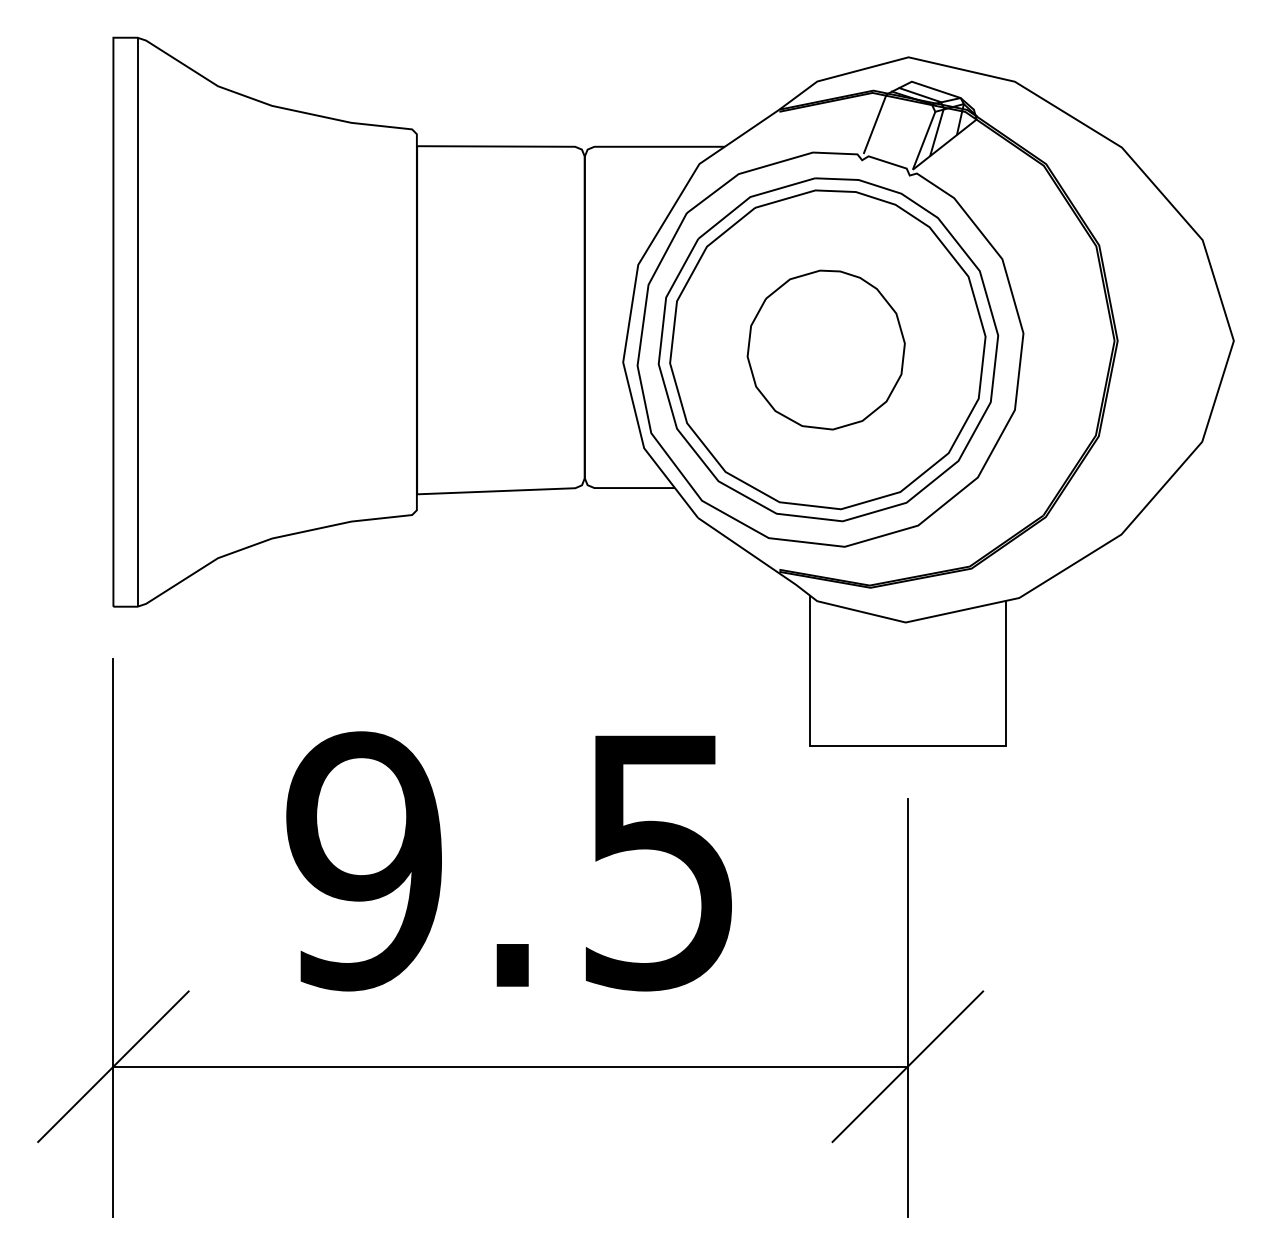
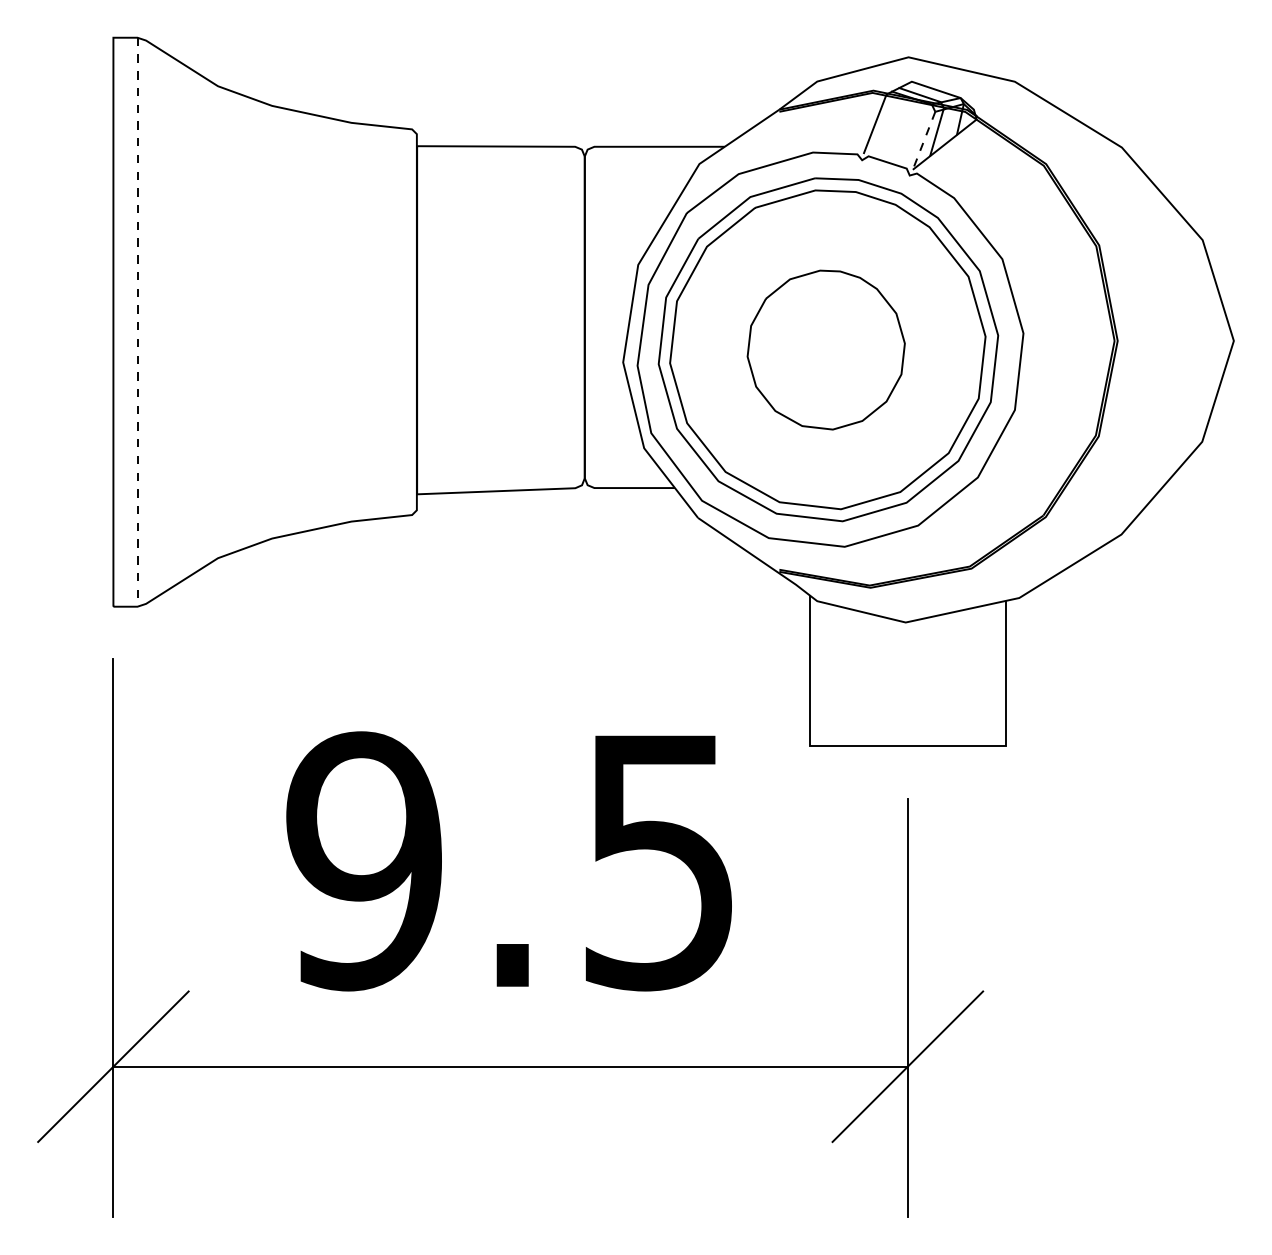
line at (923, 141): solid -> dashed
line at (137, 322): solid -> dashed
